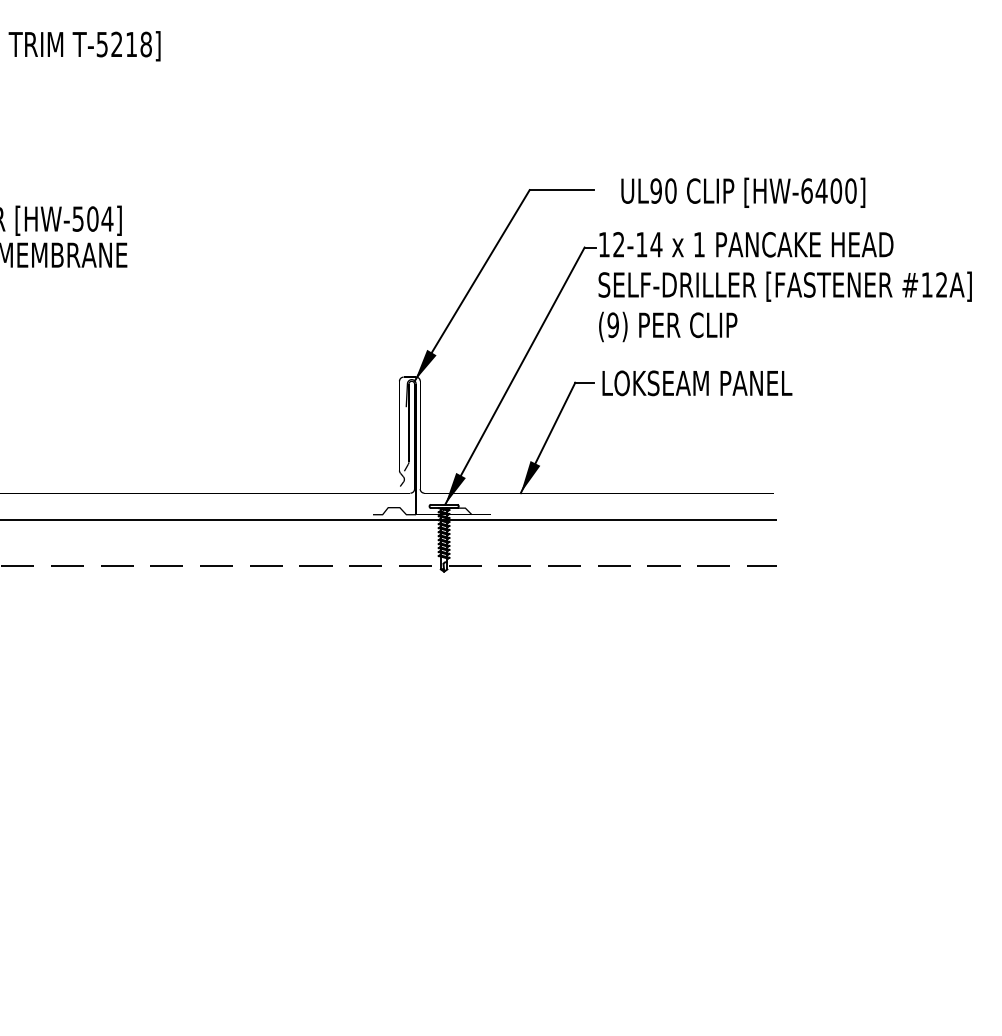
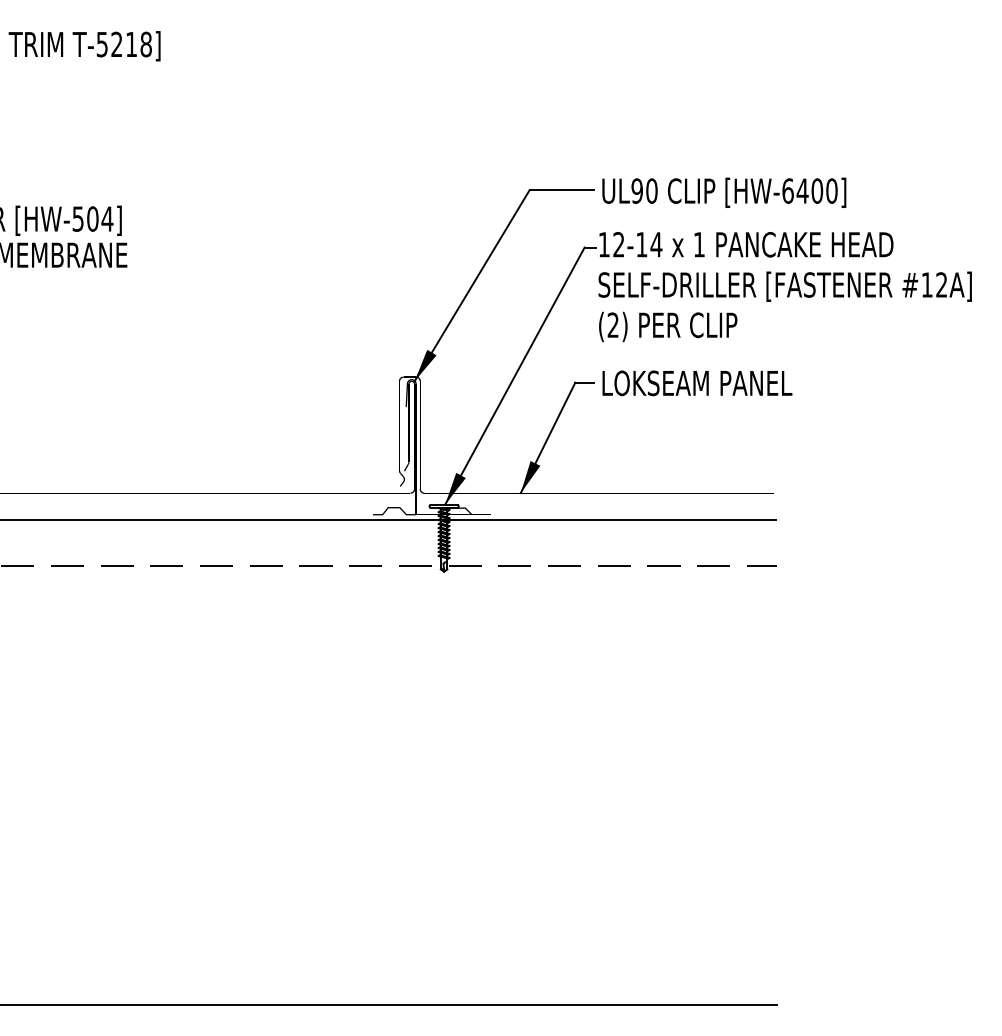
text at (743, 192) position: (743, 192) -> (724, 192)
text at (612, 325): (9) -> (2)
line at (389, 1004): none -> present
